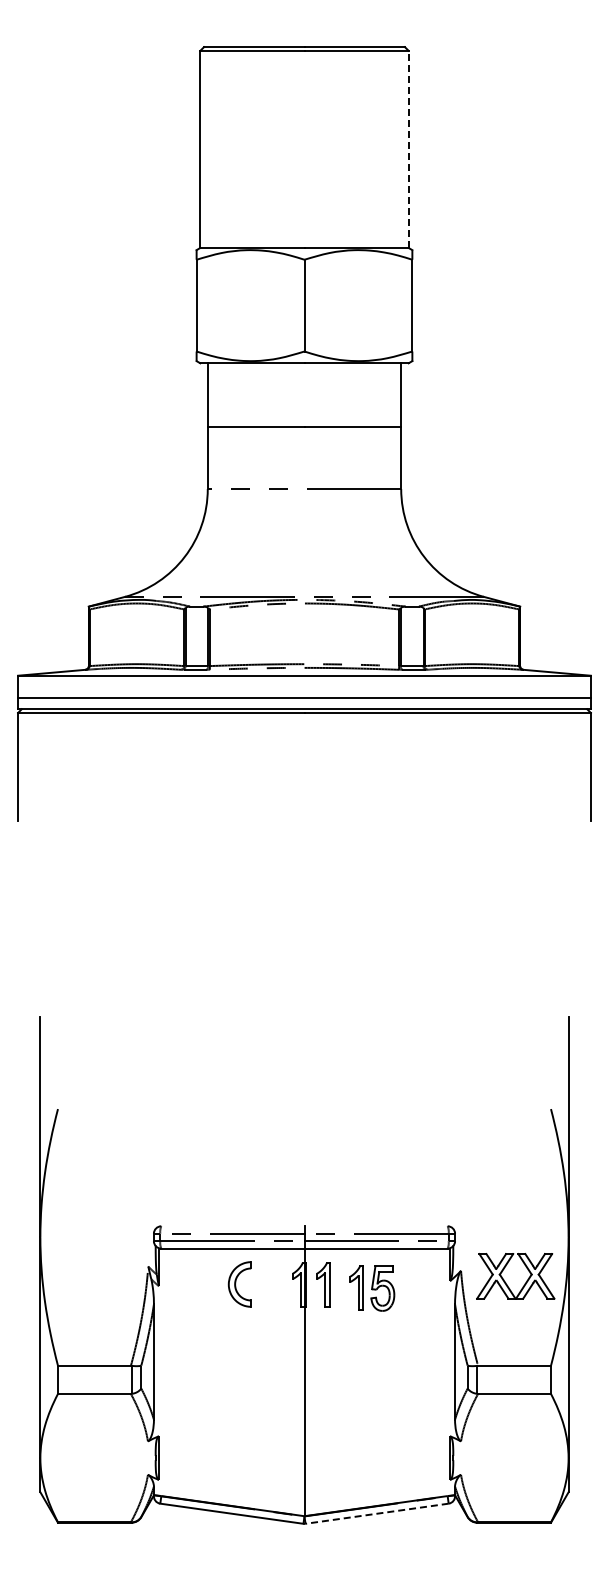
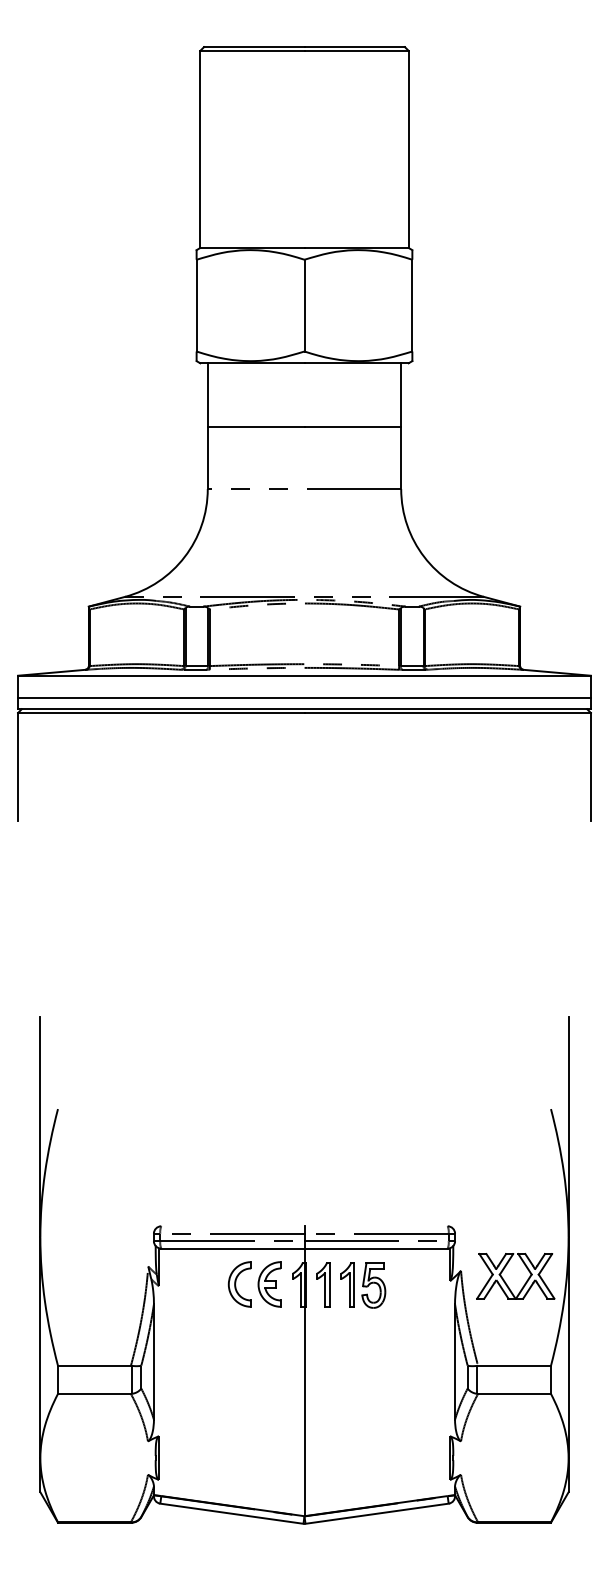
line at (408, 149): dashed -> solid
part at (269, 1284): none -> present
part at (372, 1288) position: (372, 1288) -> (363, 1285)
line at (376, 1513): dashed -> solid
